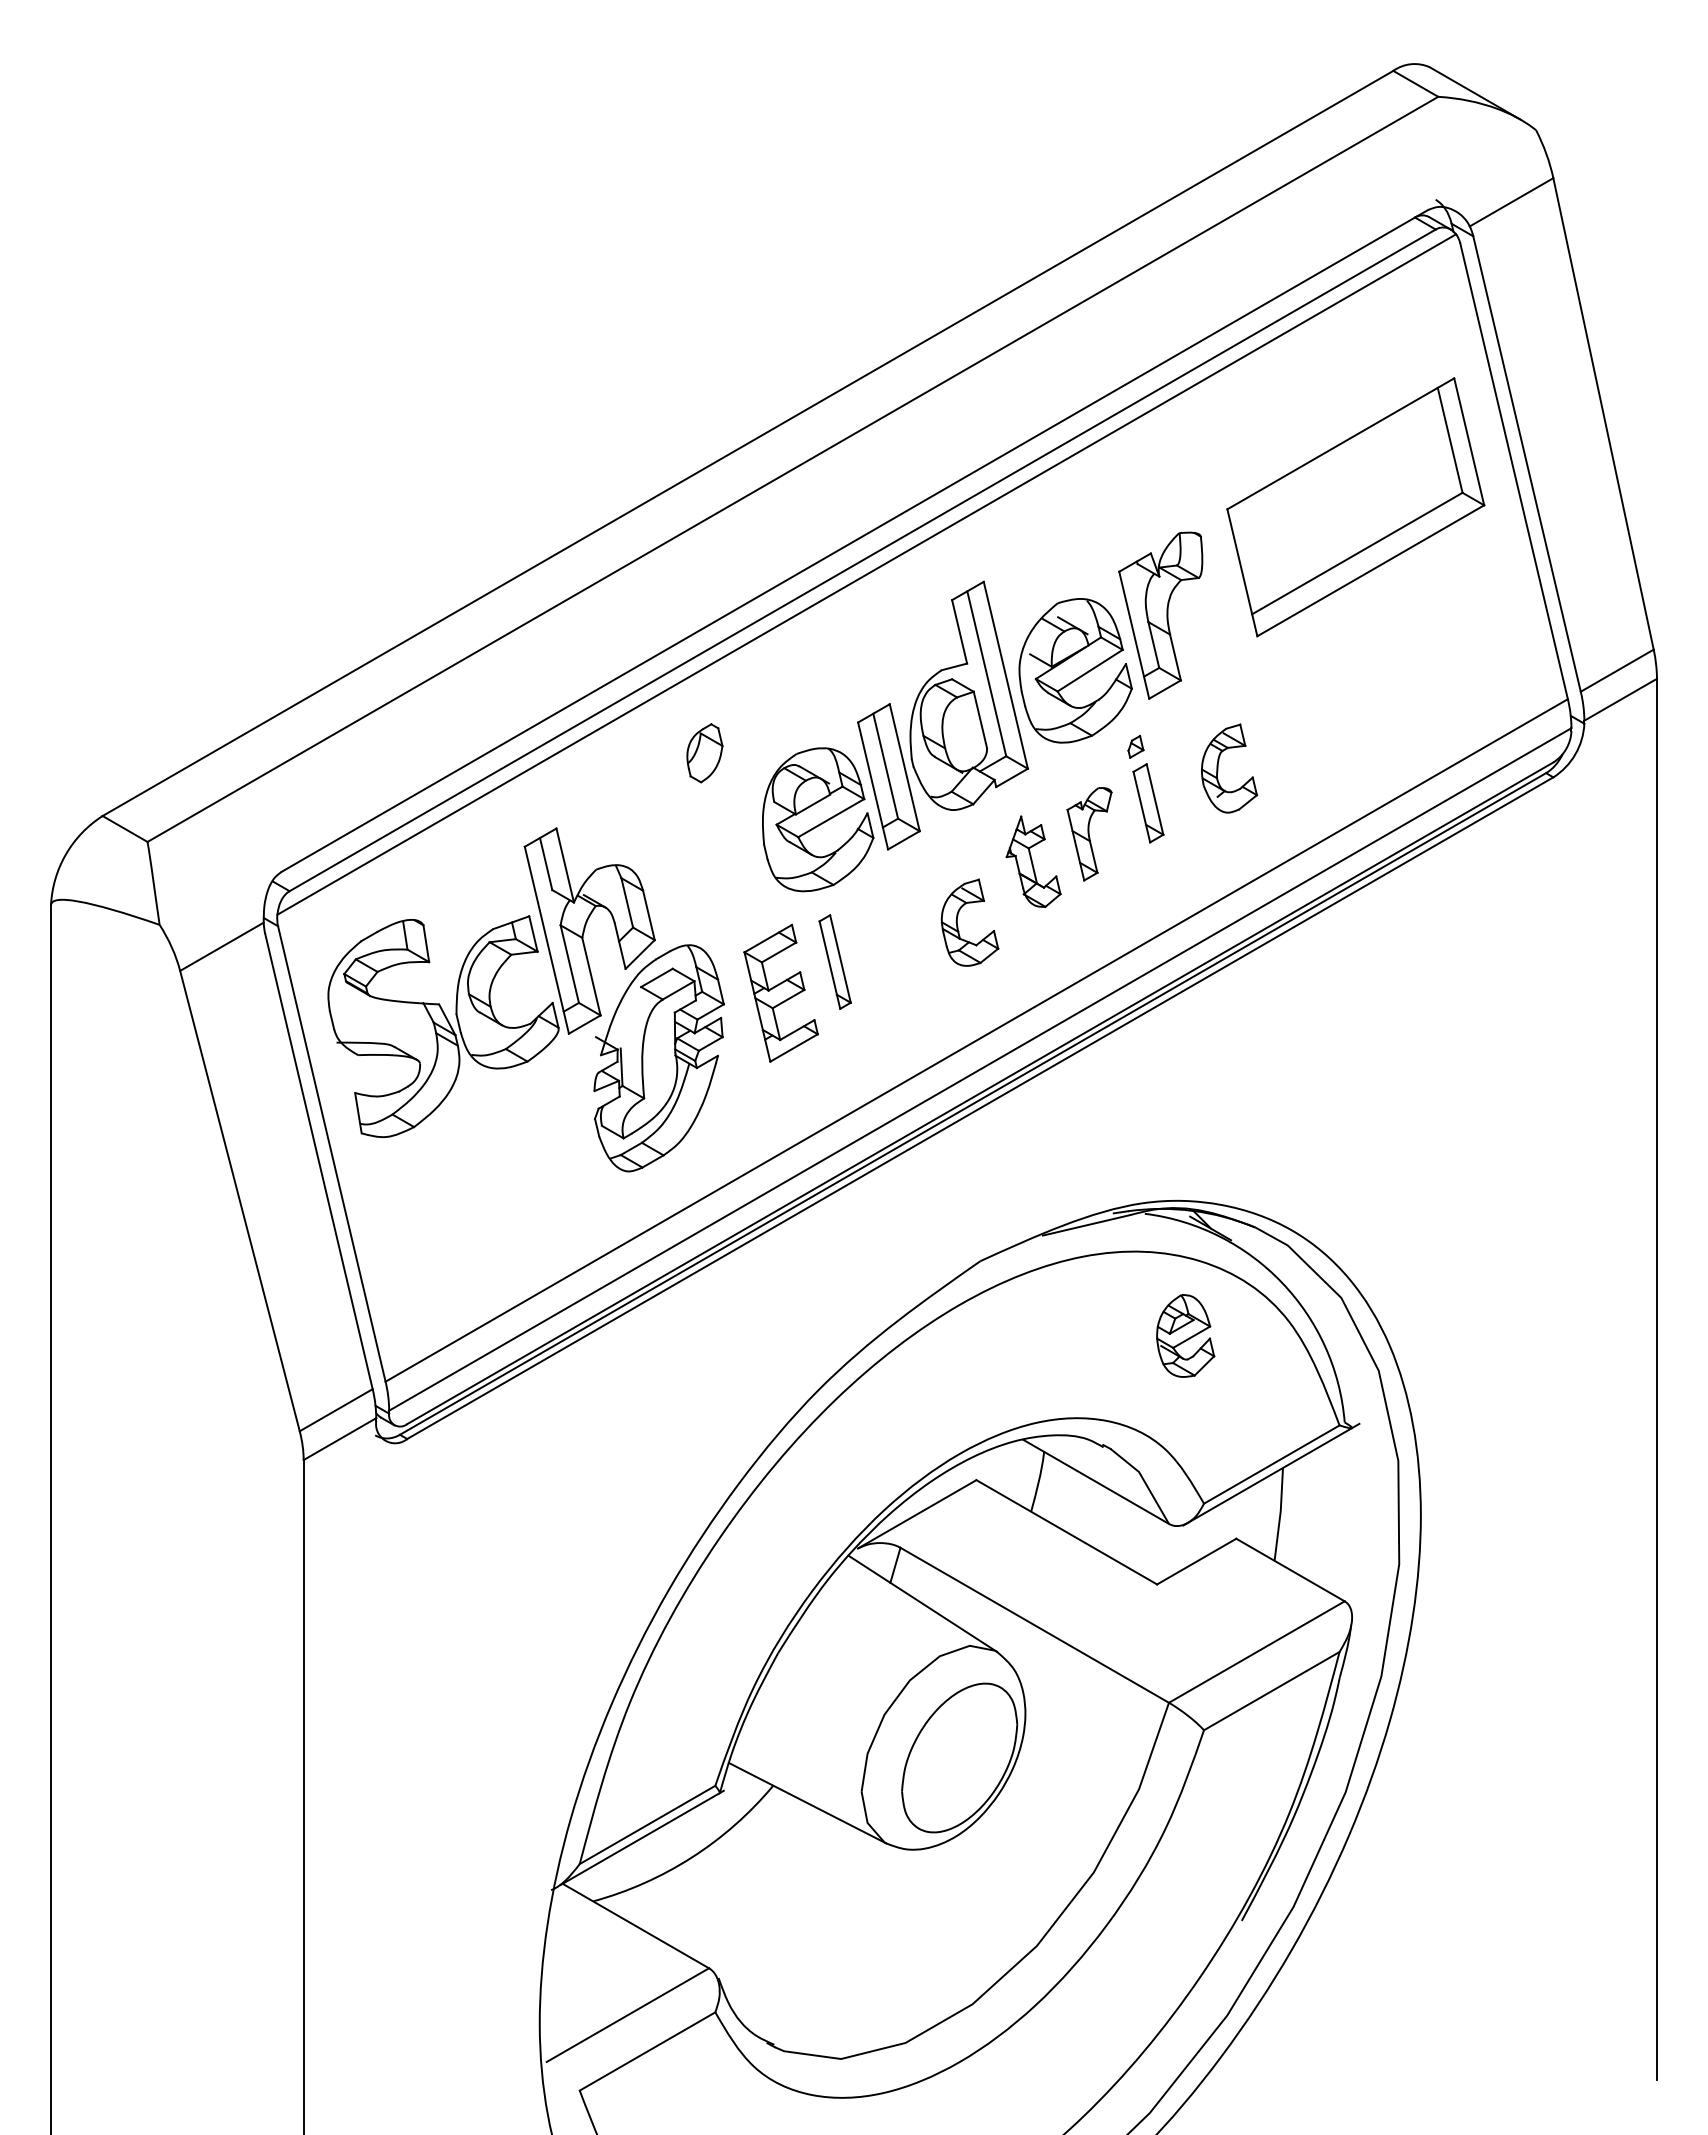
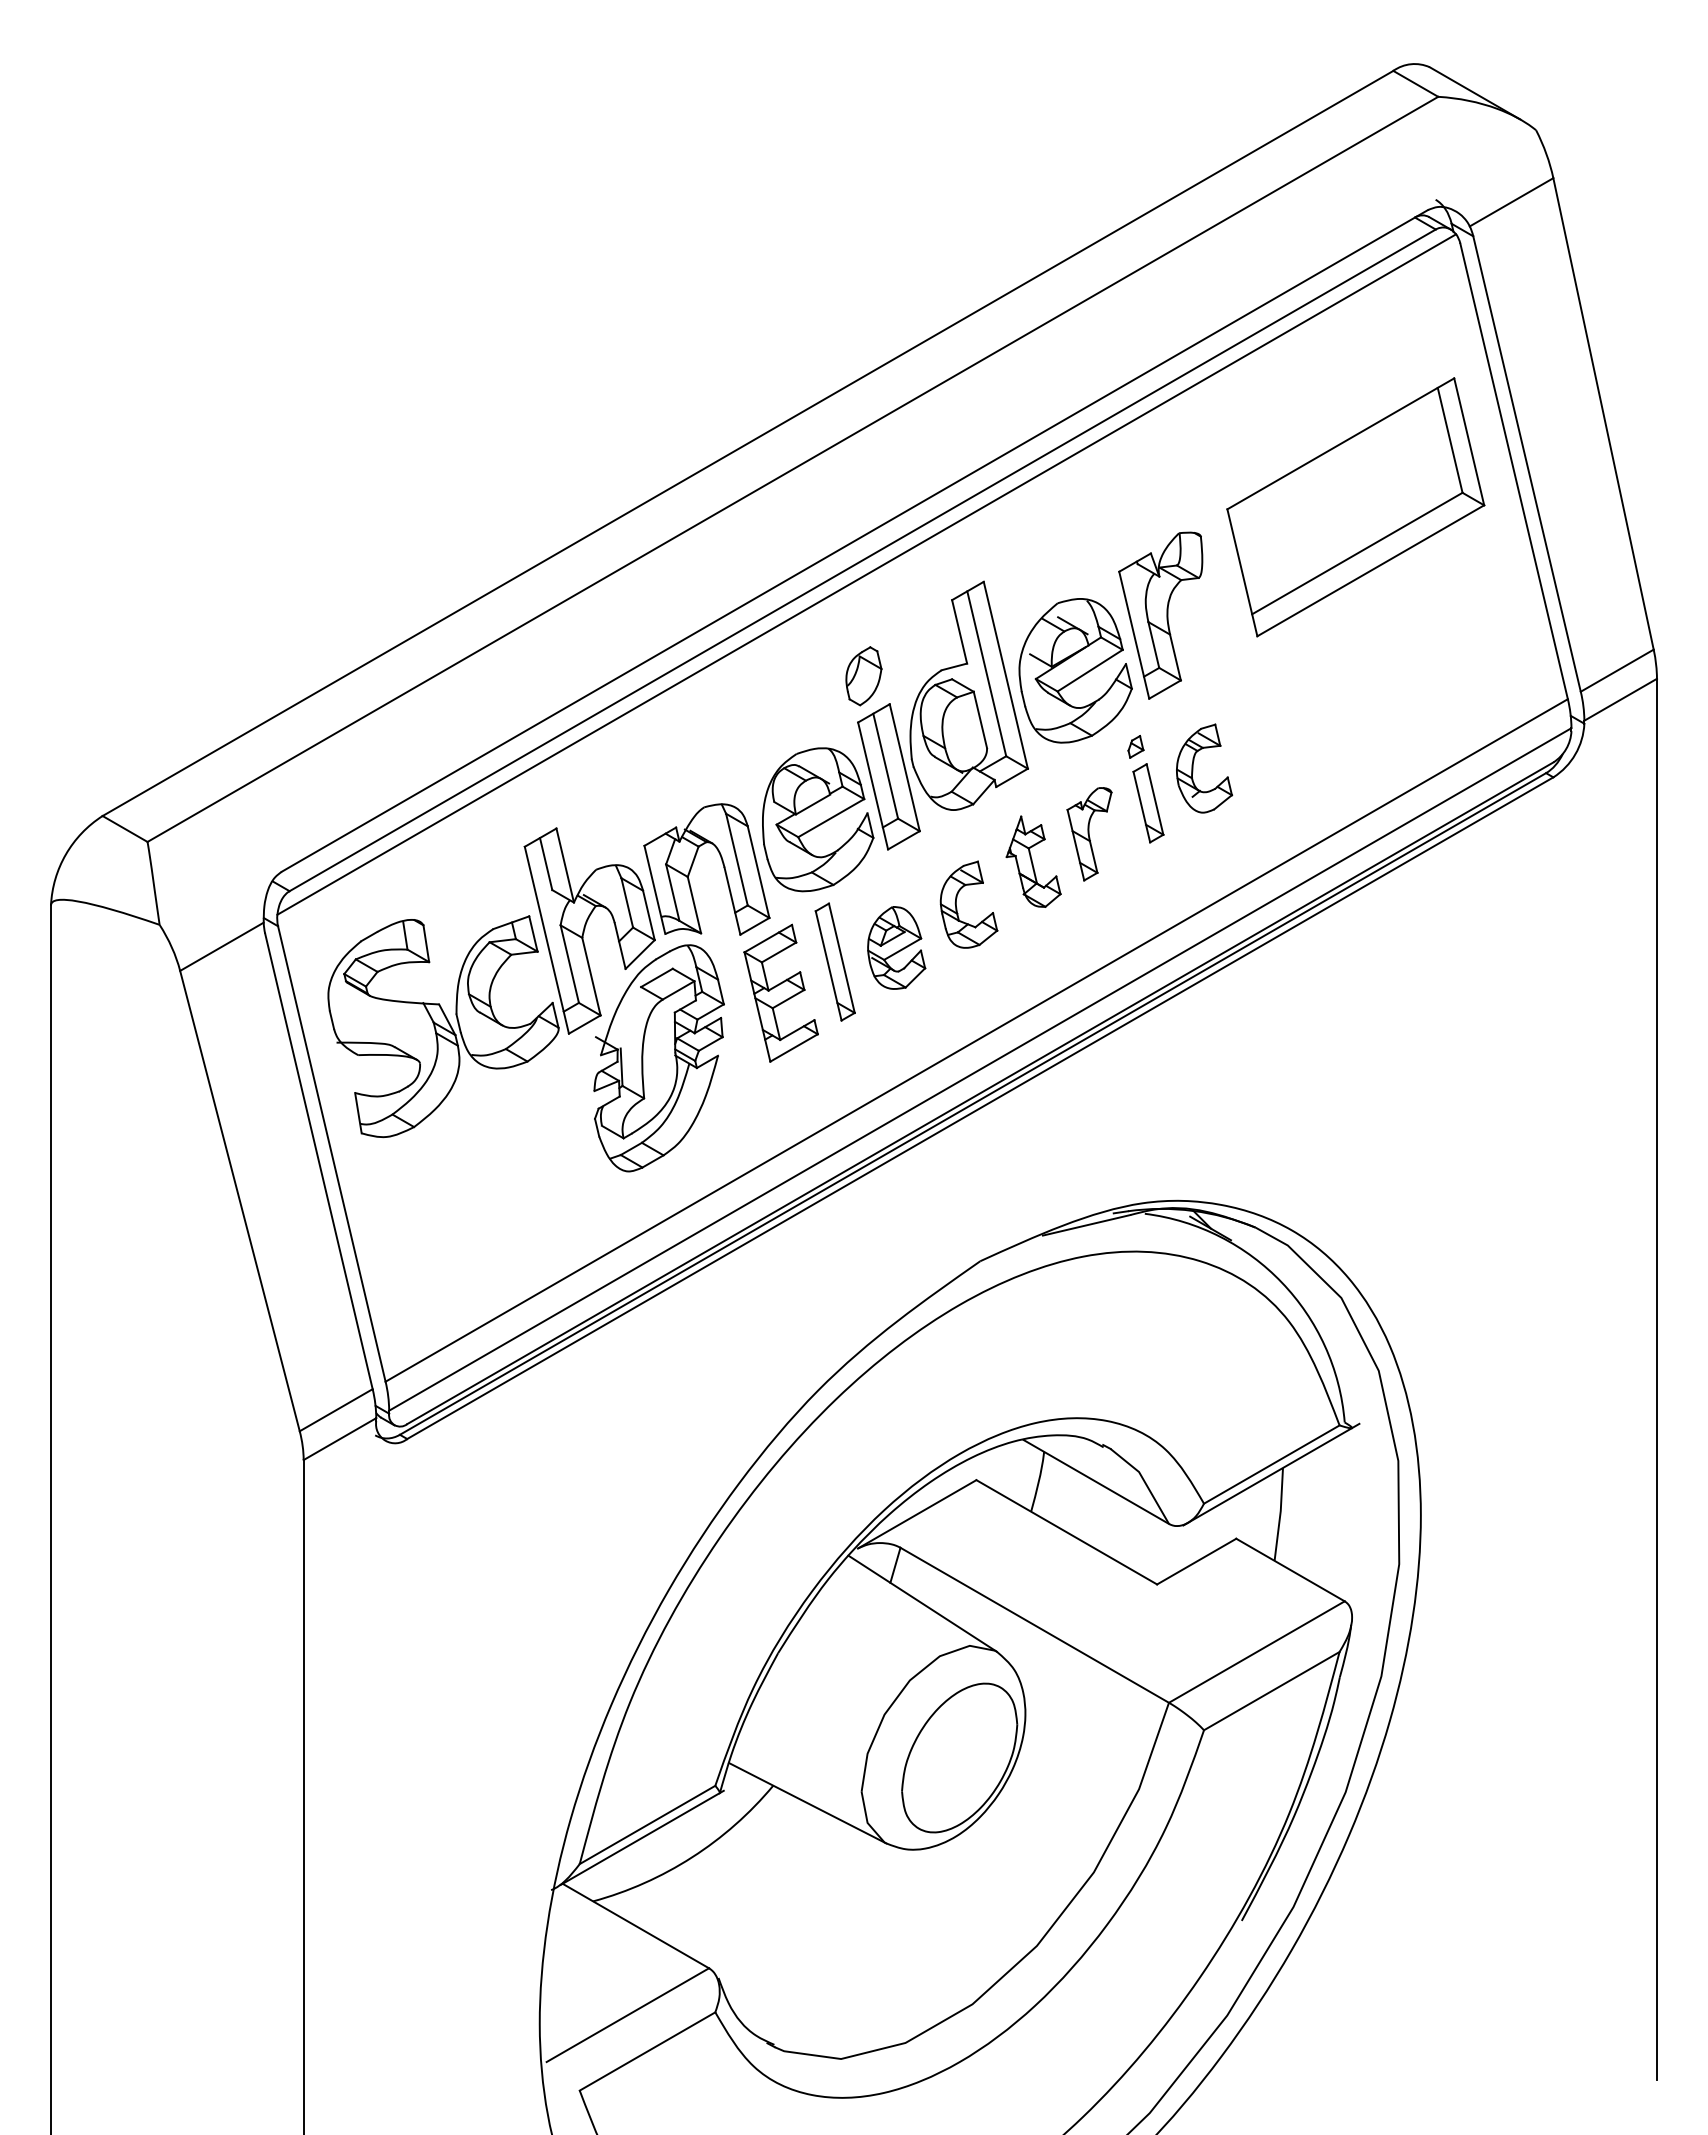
part at (704, 753) position: (704, 753) -> (863, 676)
part at (1218, 768) position: (1218, 768) -> (1193, 768)
part at (693, 864): none -> present
part at (958, 926) position: (958, 926) -> (957, 908)
part at (834, 961) size: 34x96 px -> 42x120 px
part at (1185, 1335) position: (1185, 1335) -> (896, 947)
